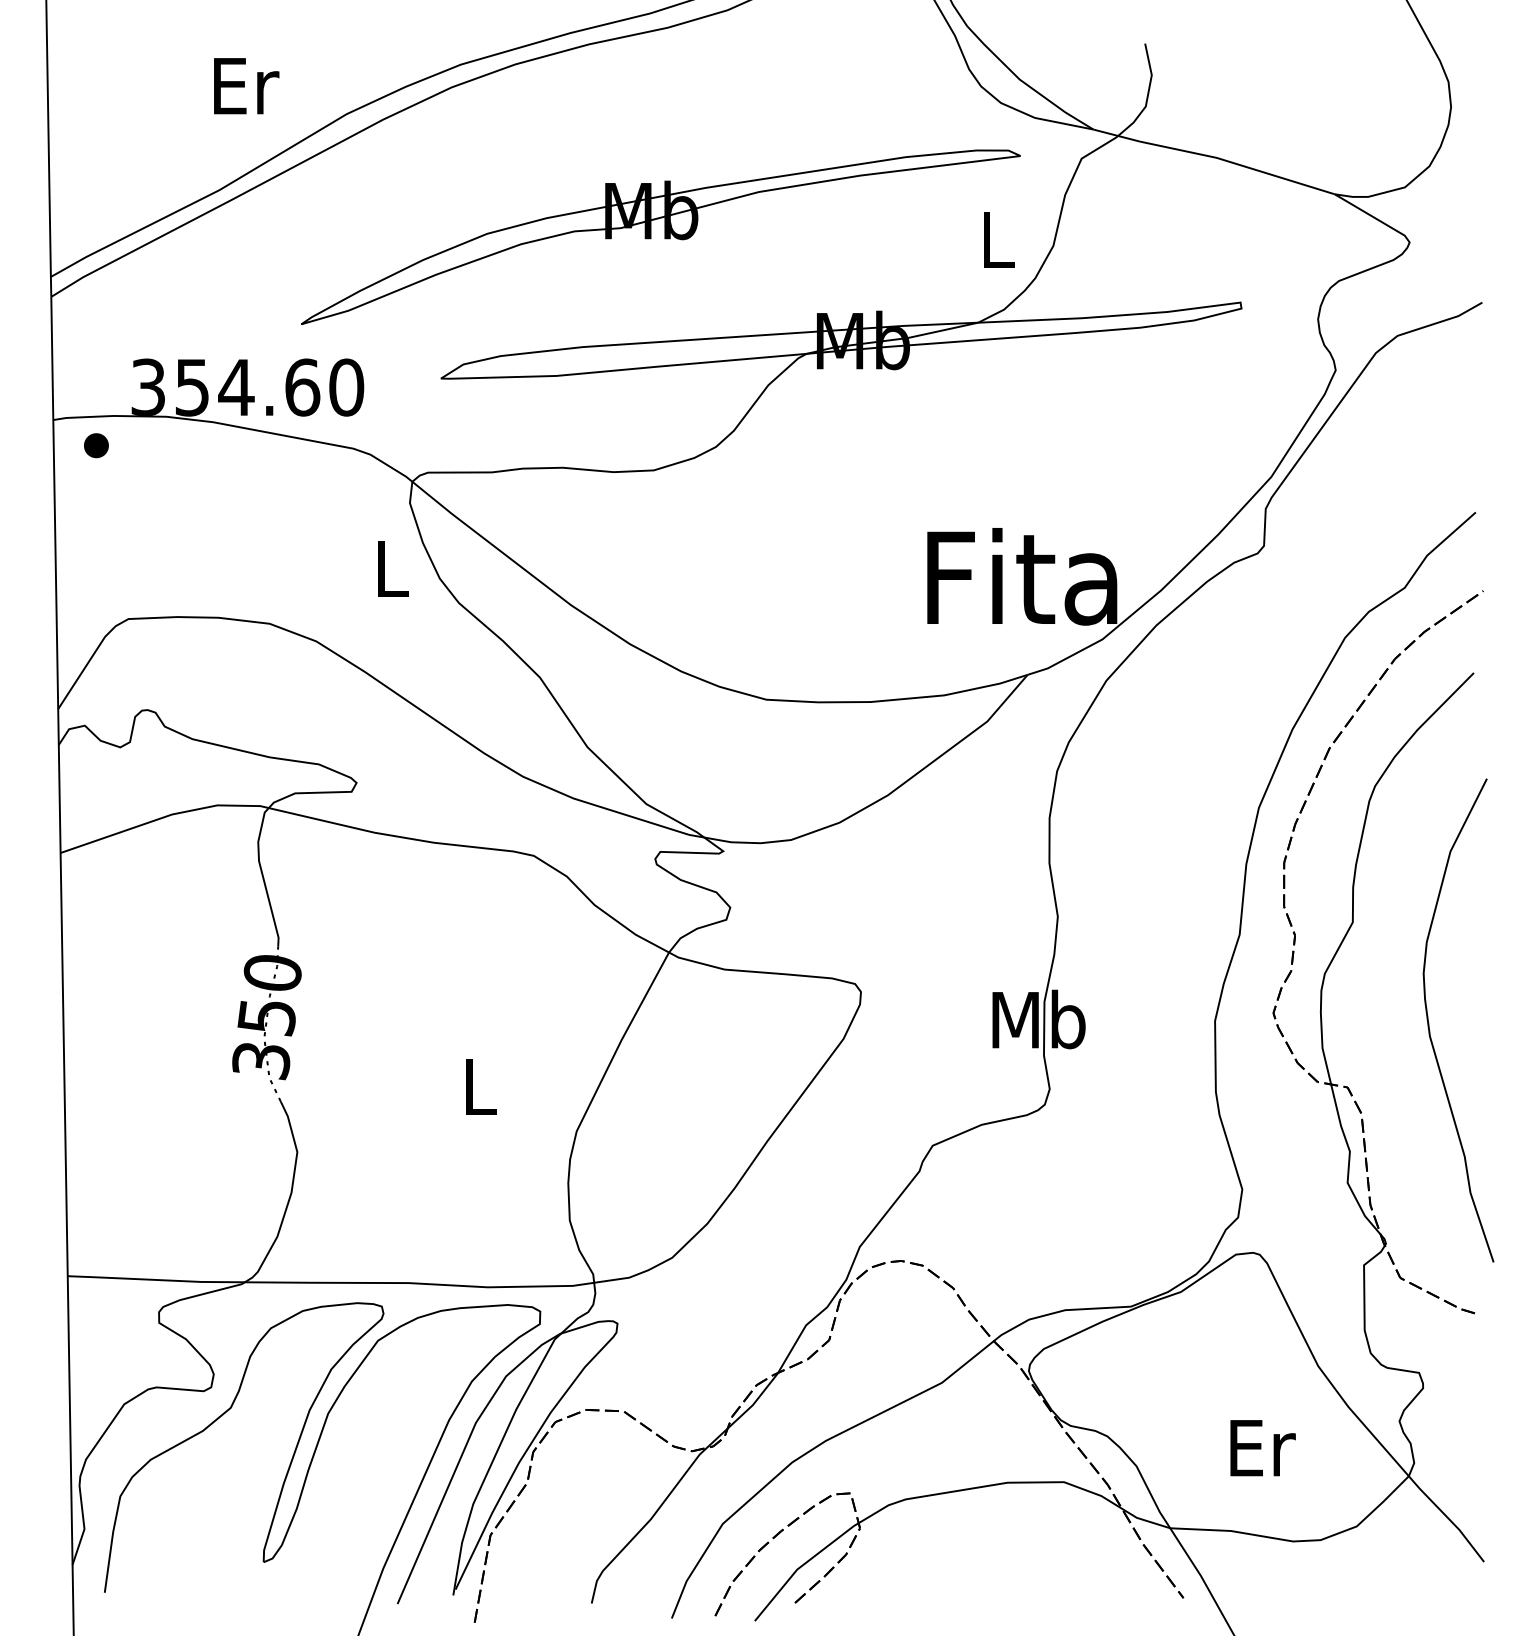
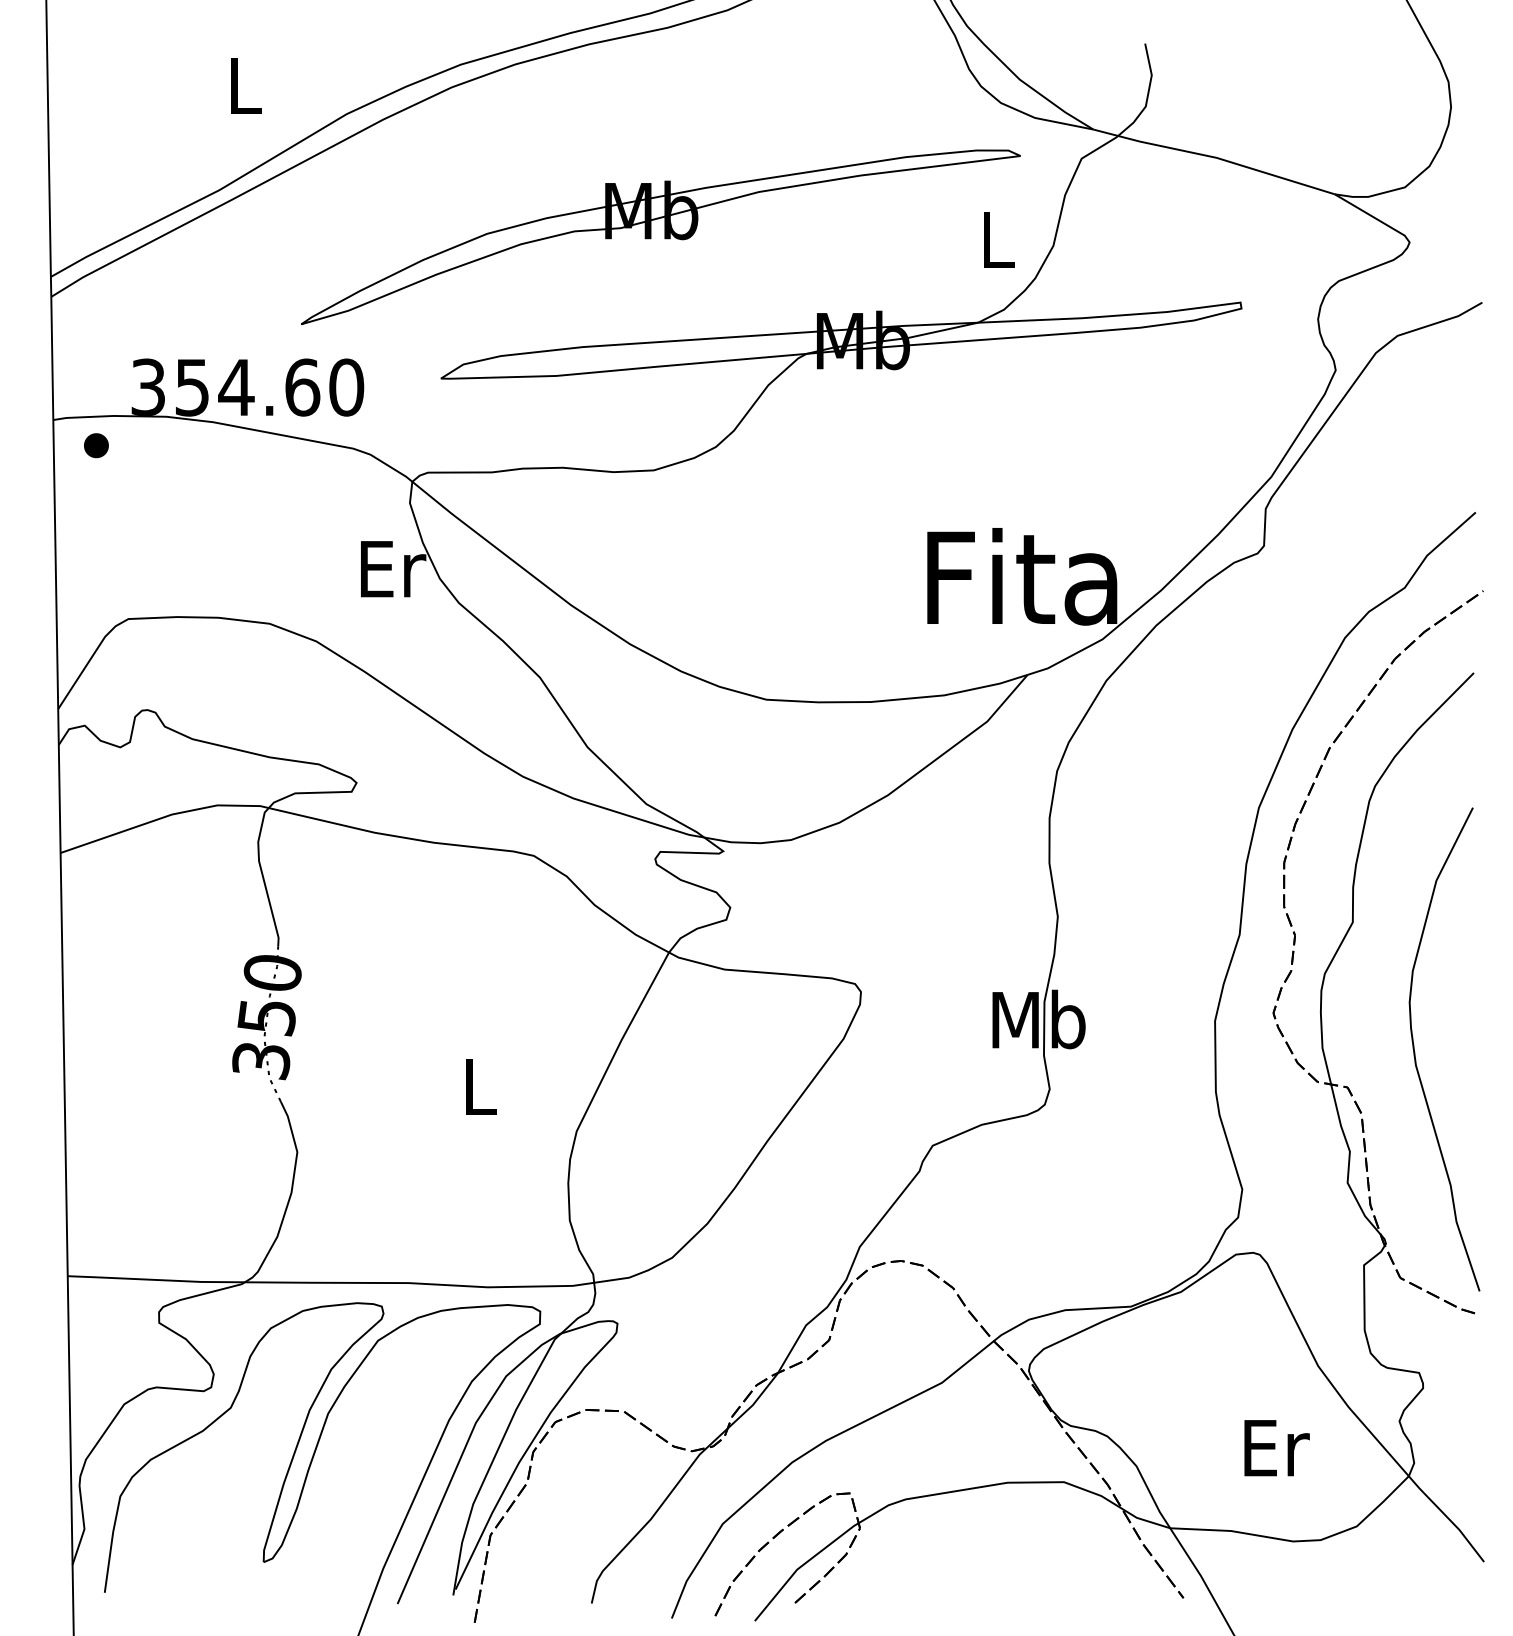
text at (246, 86): Er -> L
text at (393, 569): L -> Er
curve at (1429, 1023) position: (1429, 1023) -> (1415, 1052)
text at (1262, 1448) position: (1262, 1448) -> (1276, 1448)
